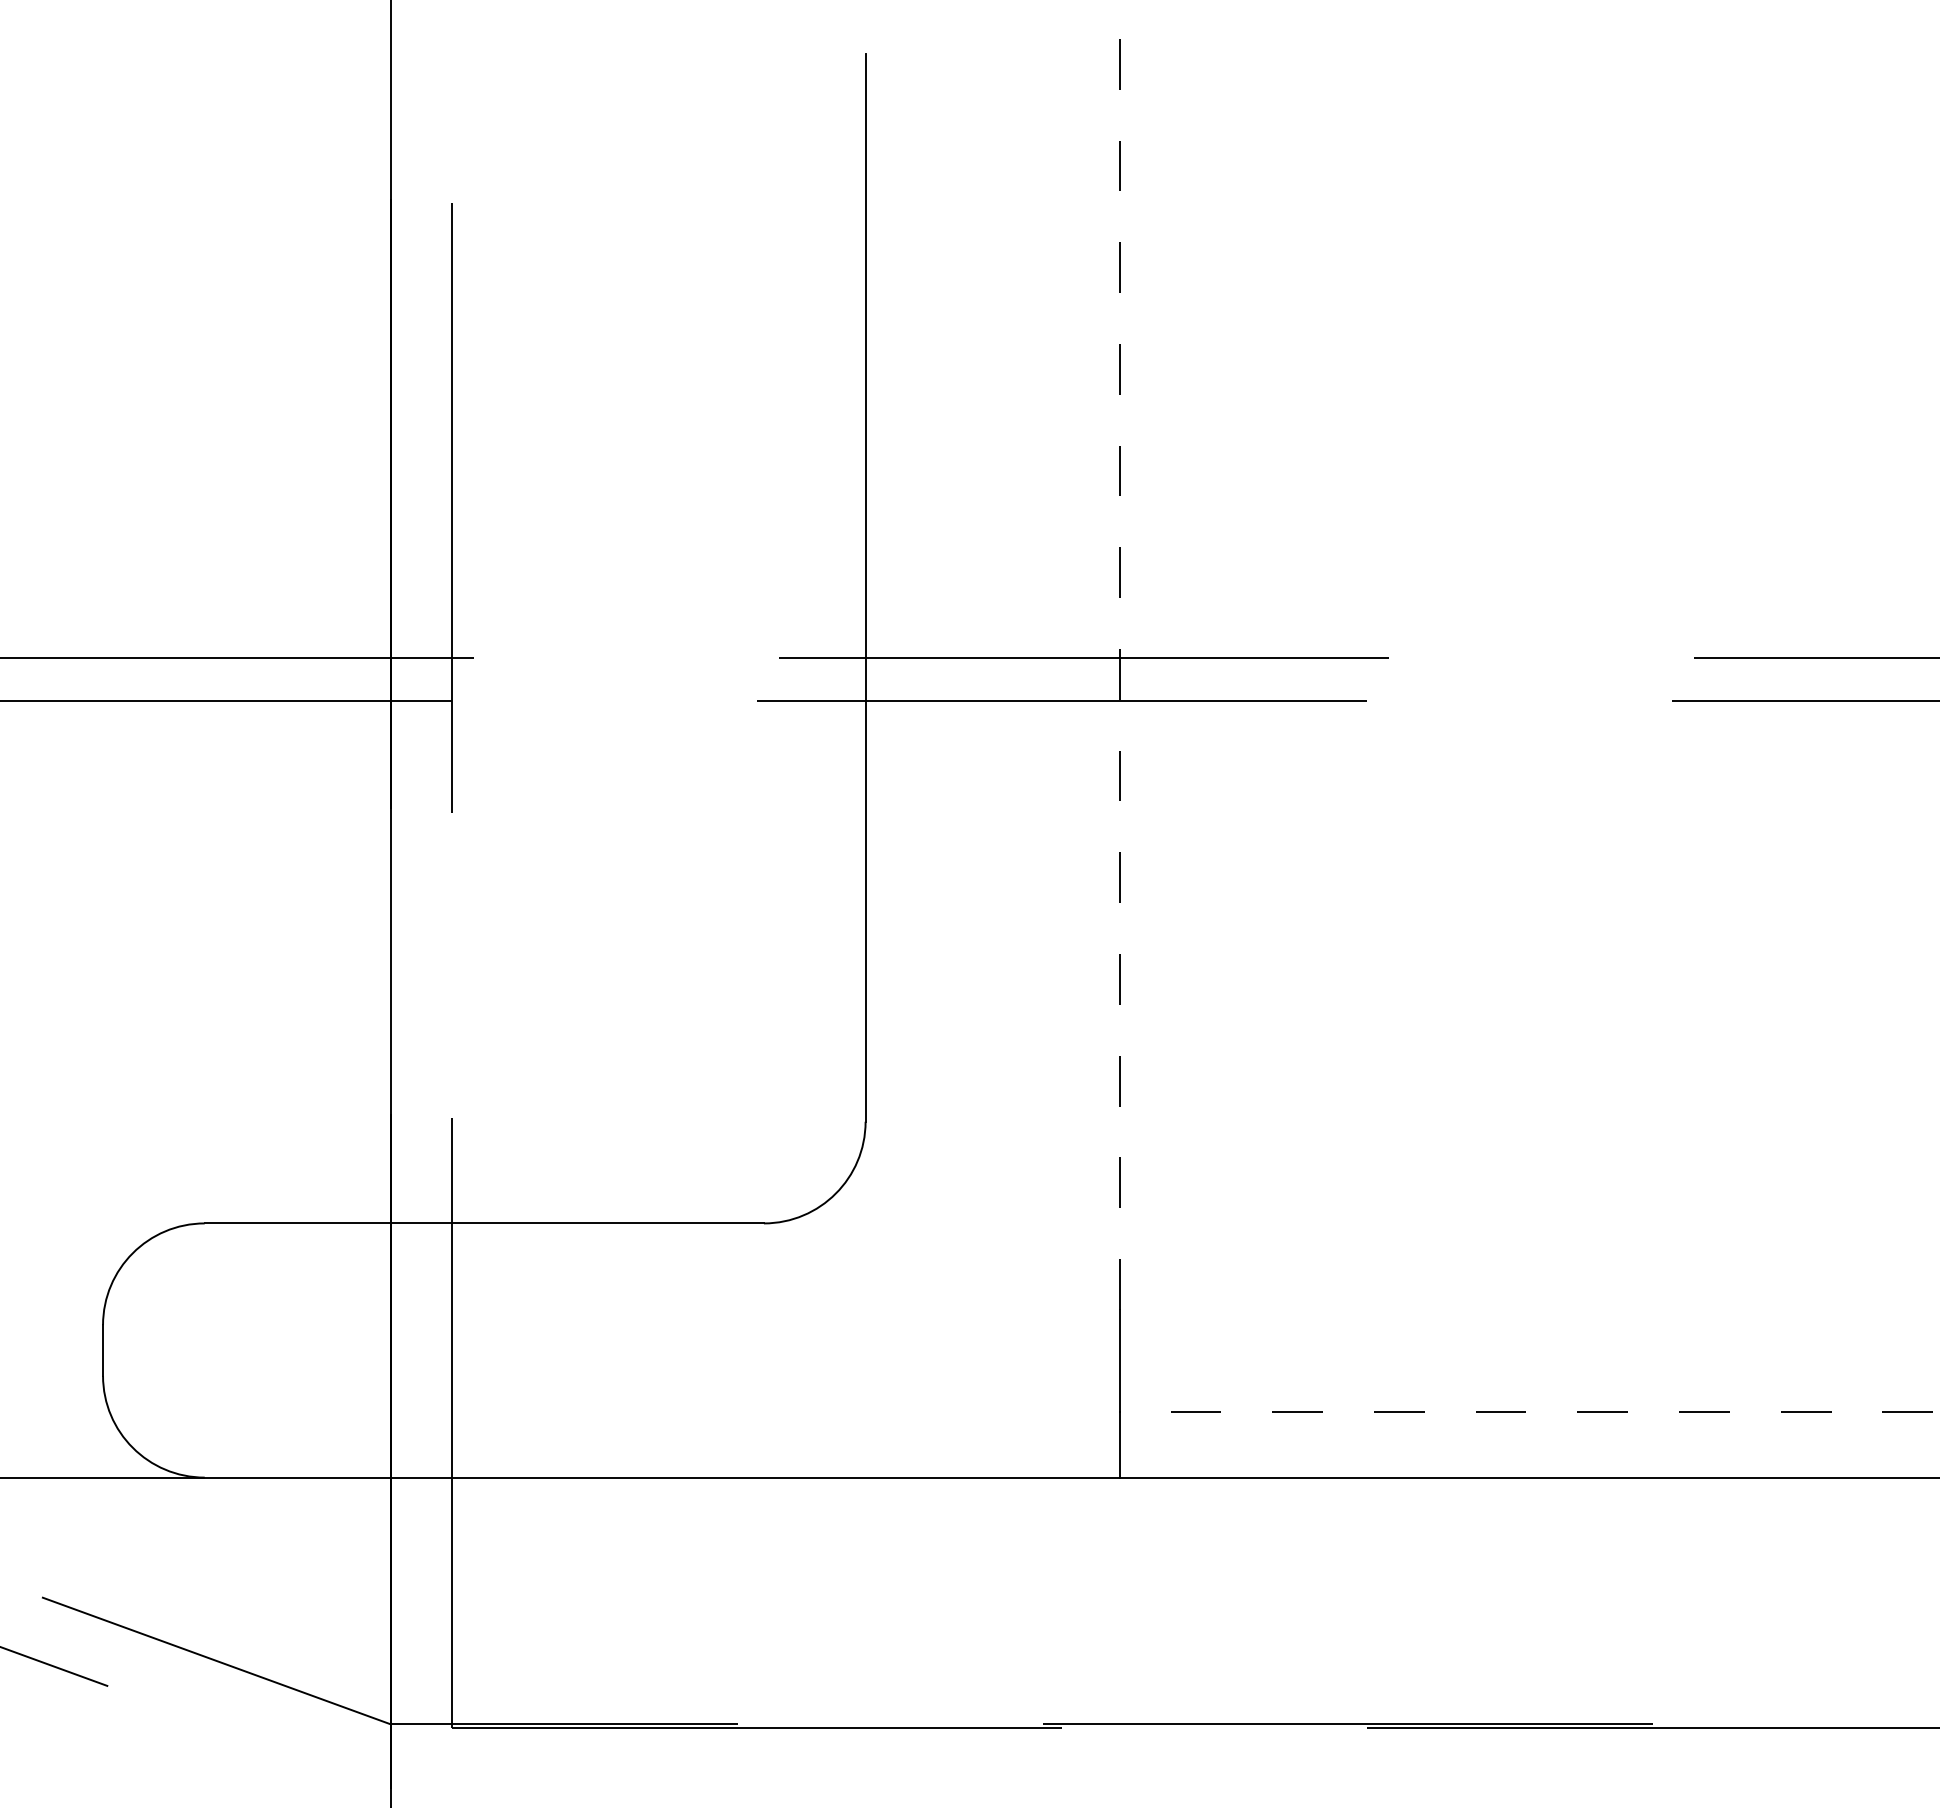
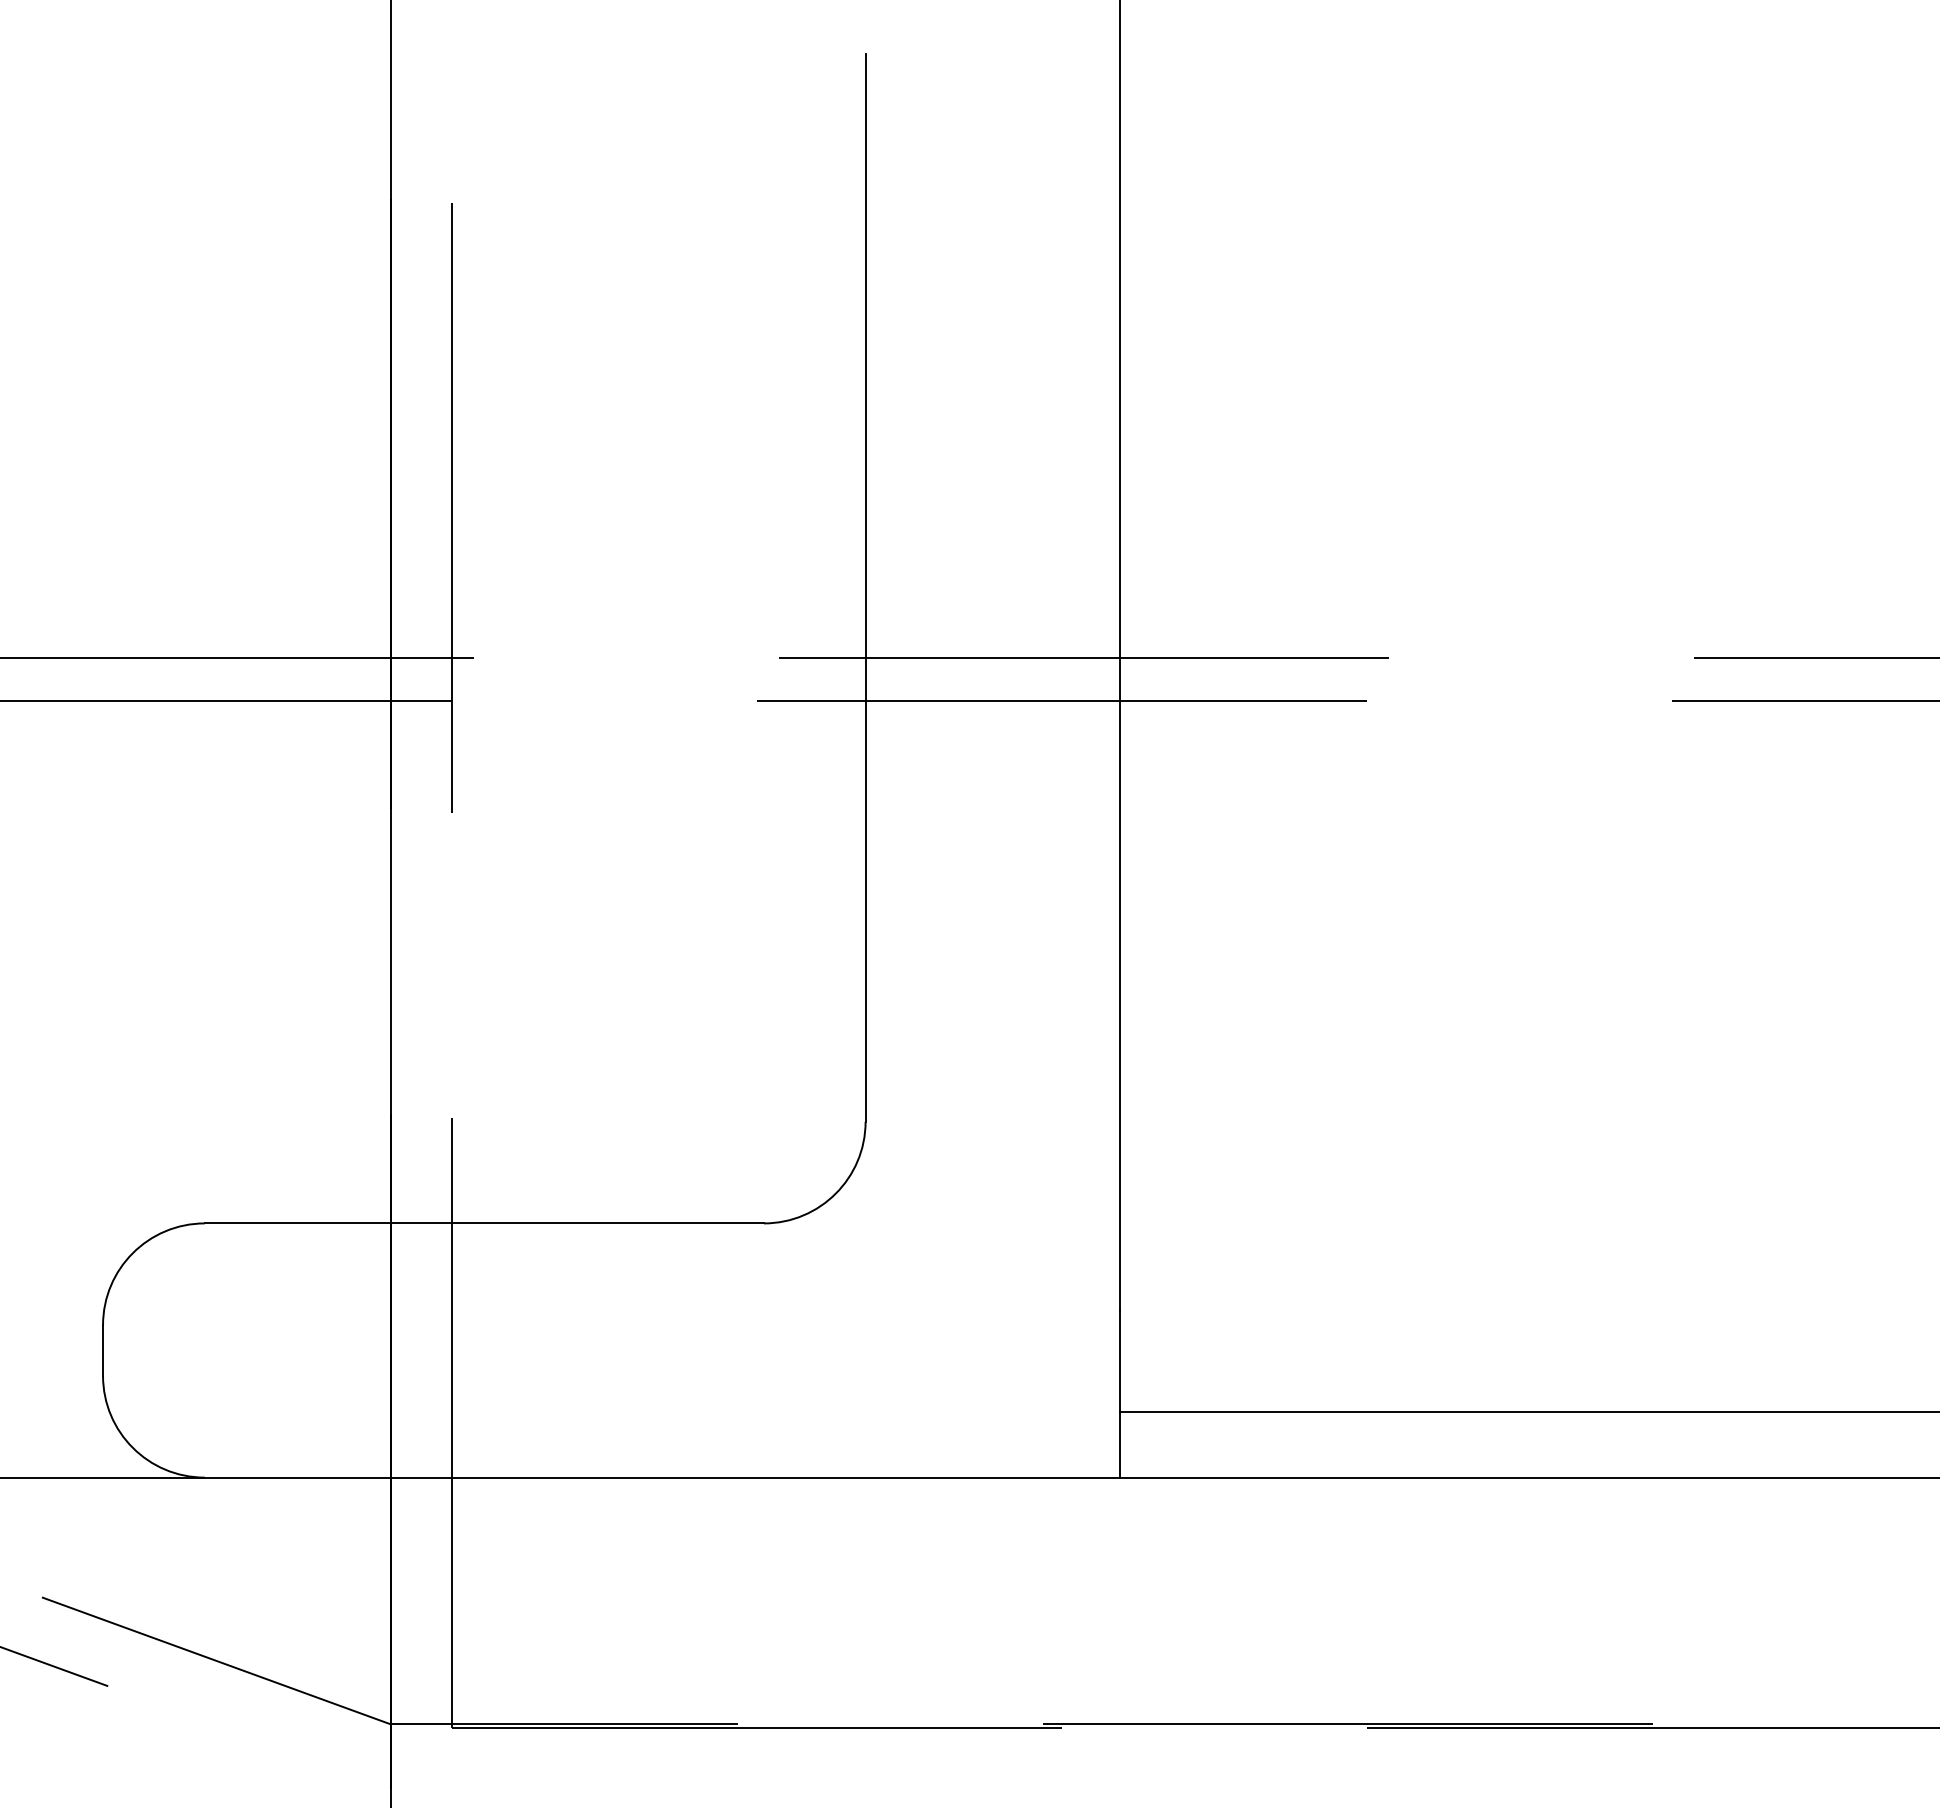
line at (1119, 654): dashed -> solid
line at (1529, 1411): dashed -> solid
